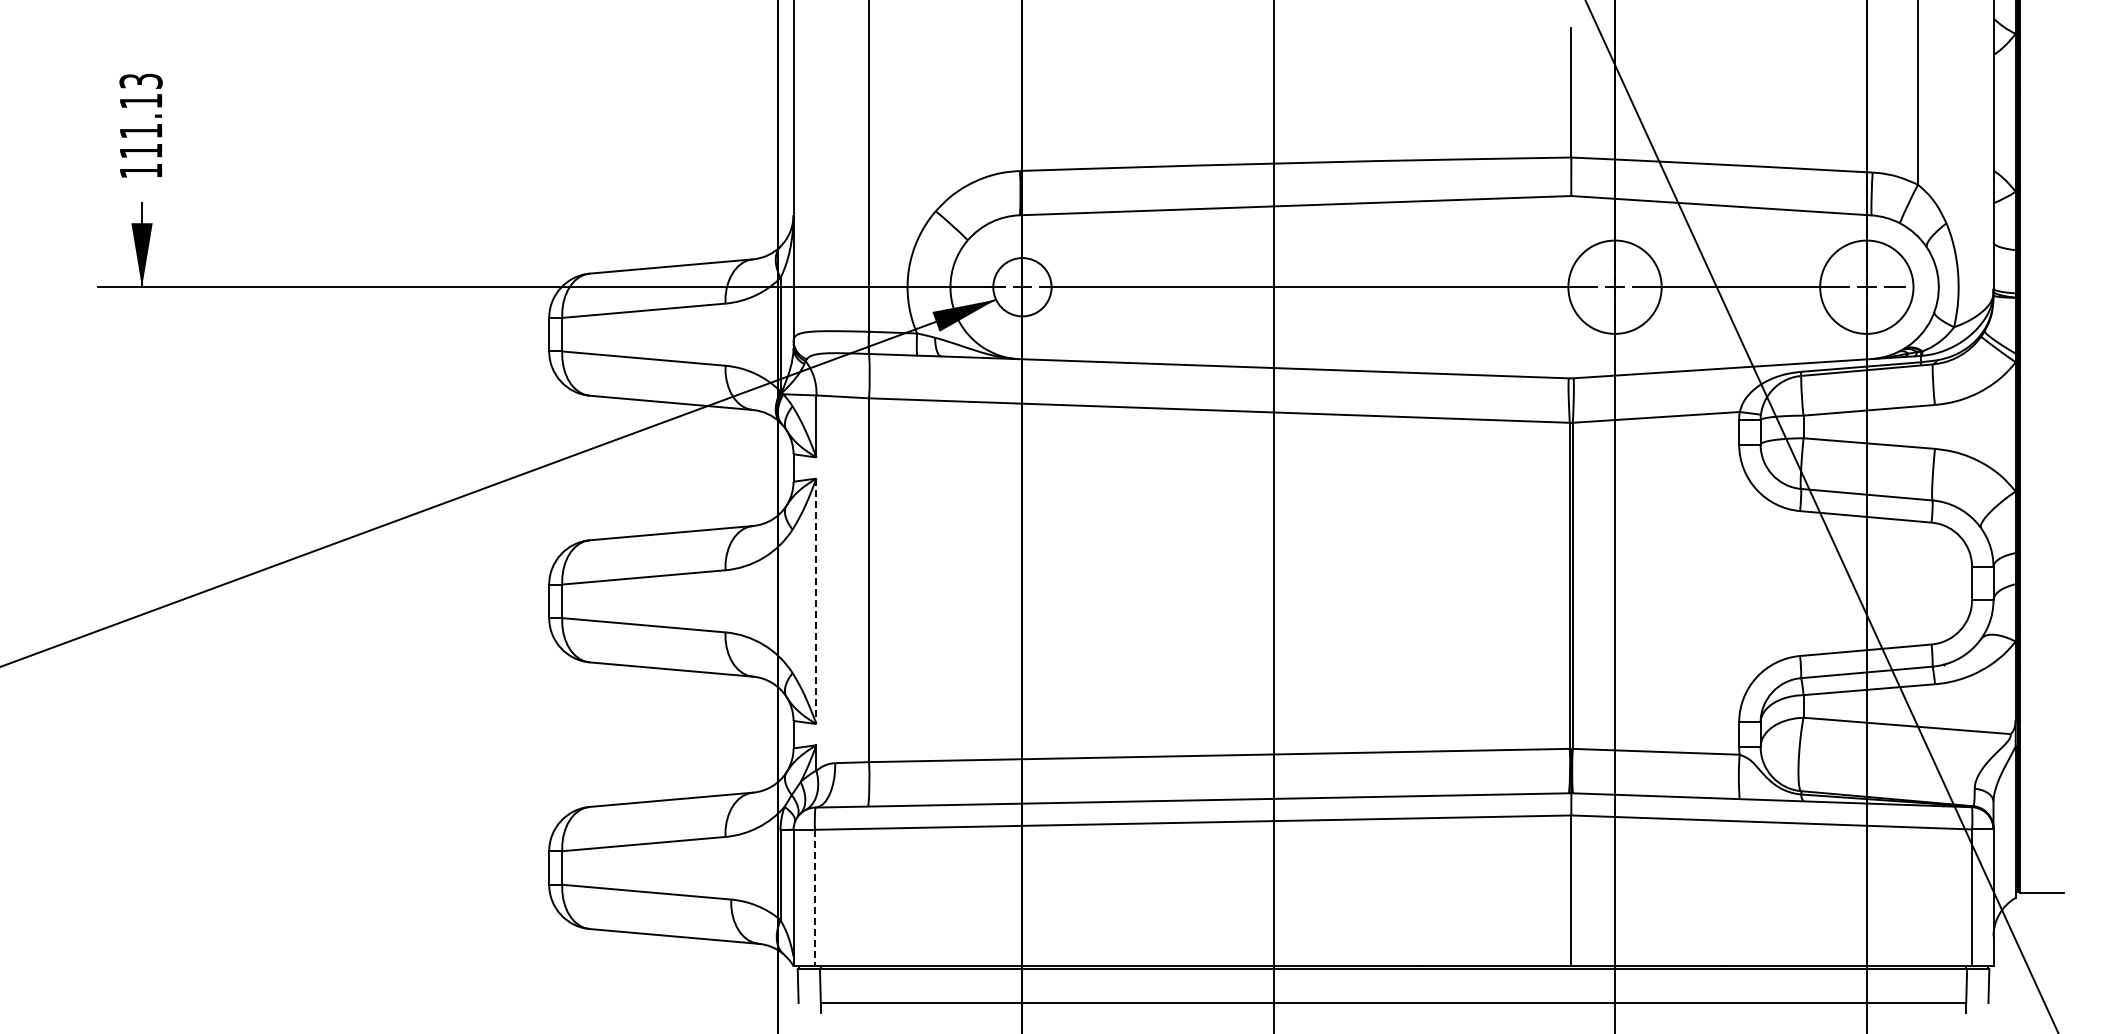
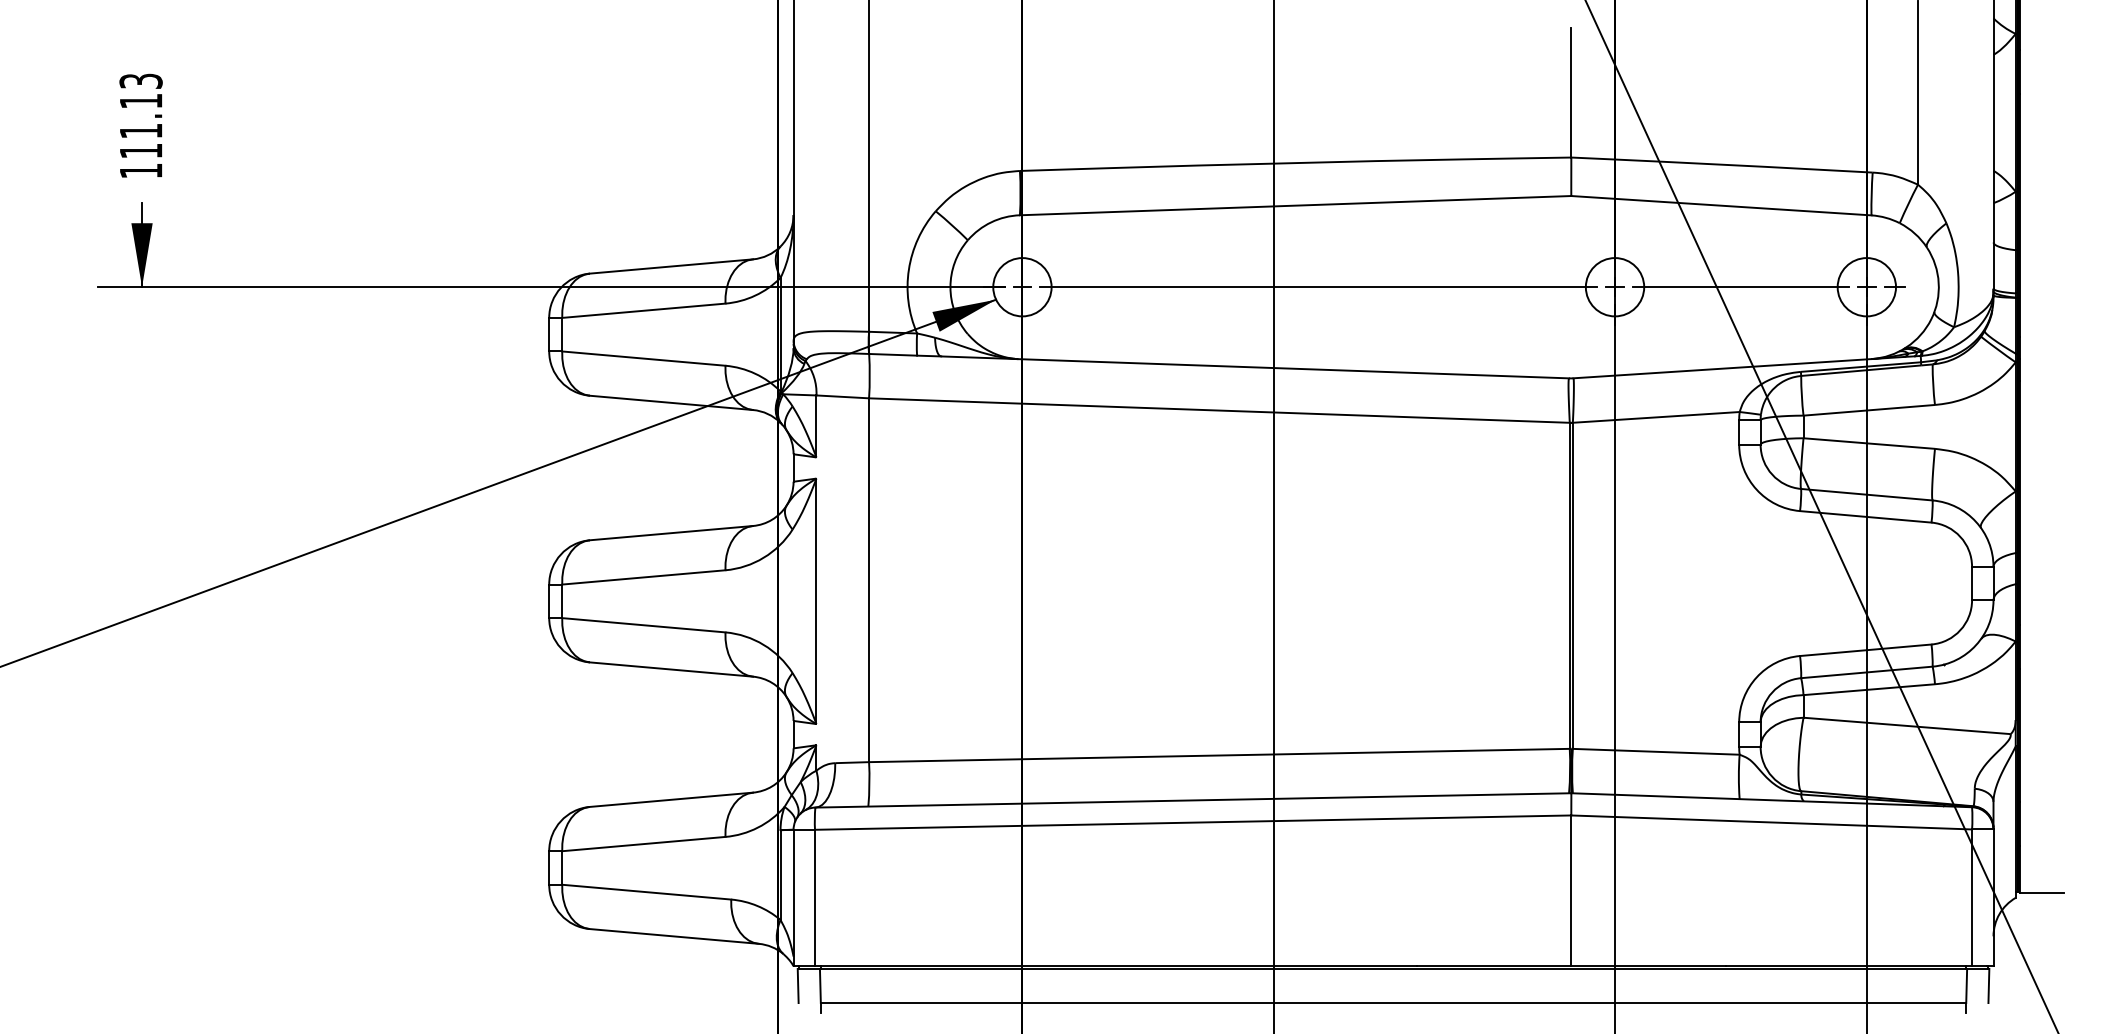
circle at (1614, 286) diameter: 93 px -> 58 px
circle at (1866, 286) diameter: 93 px -> 58 px
line at (816, 601): dashed -> solid
line at (815, 898): dashed -> solid
